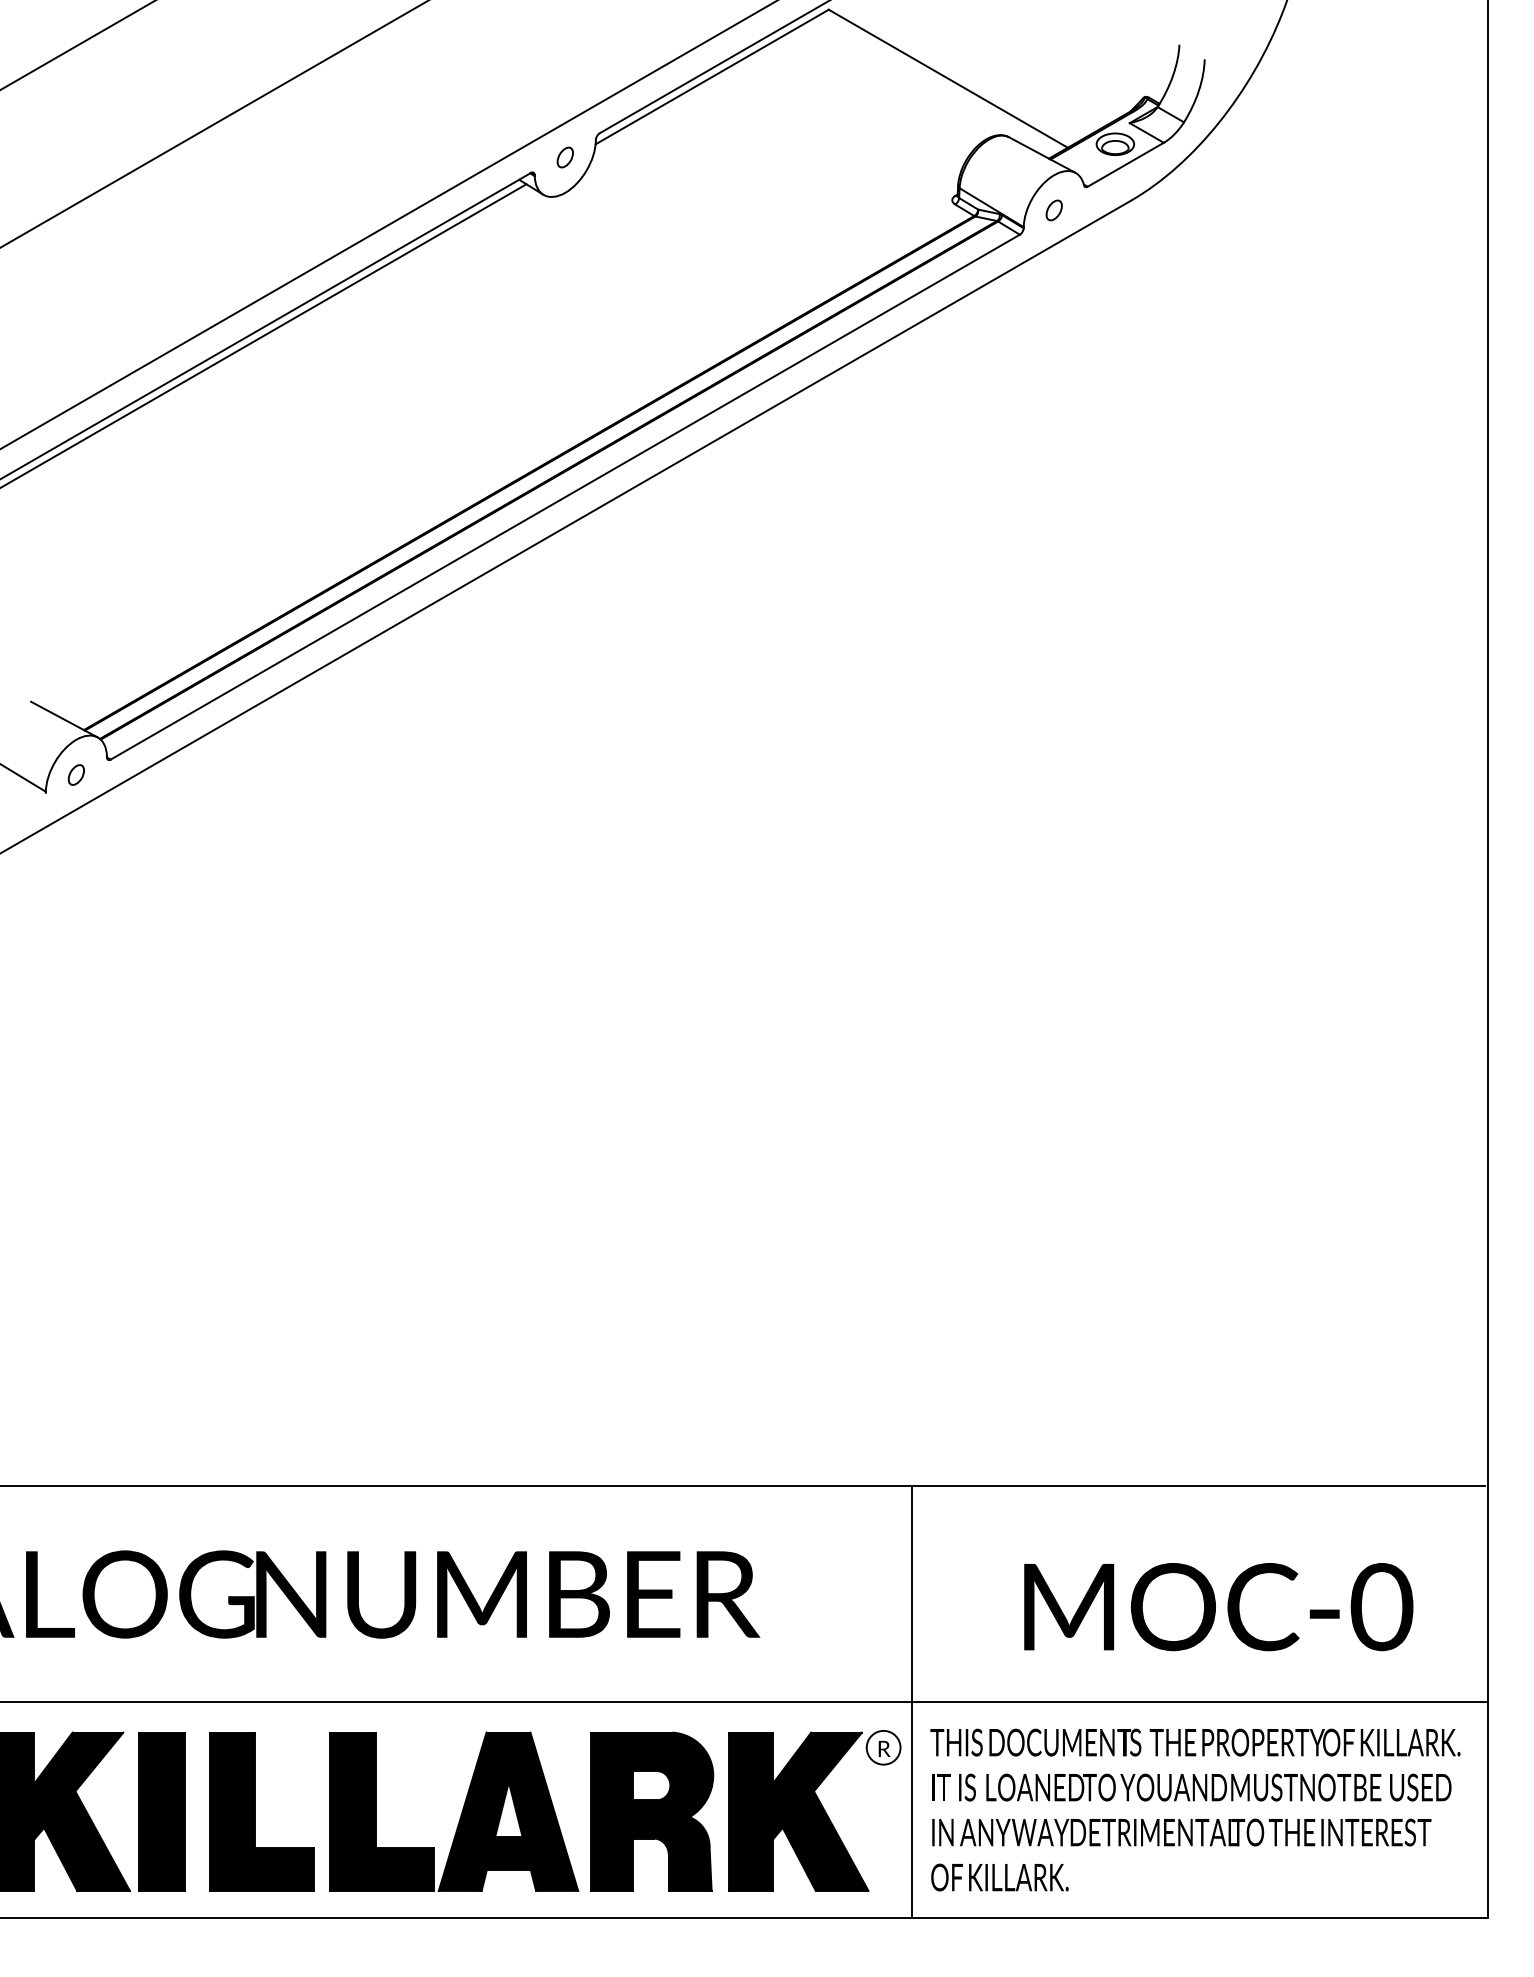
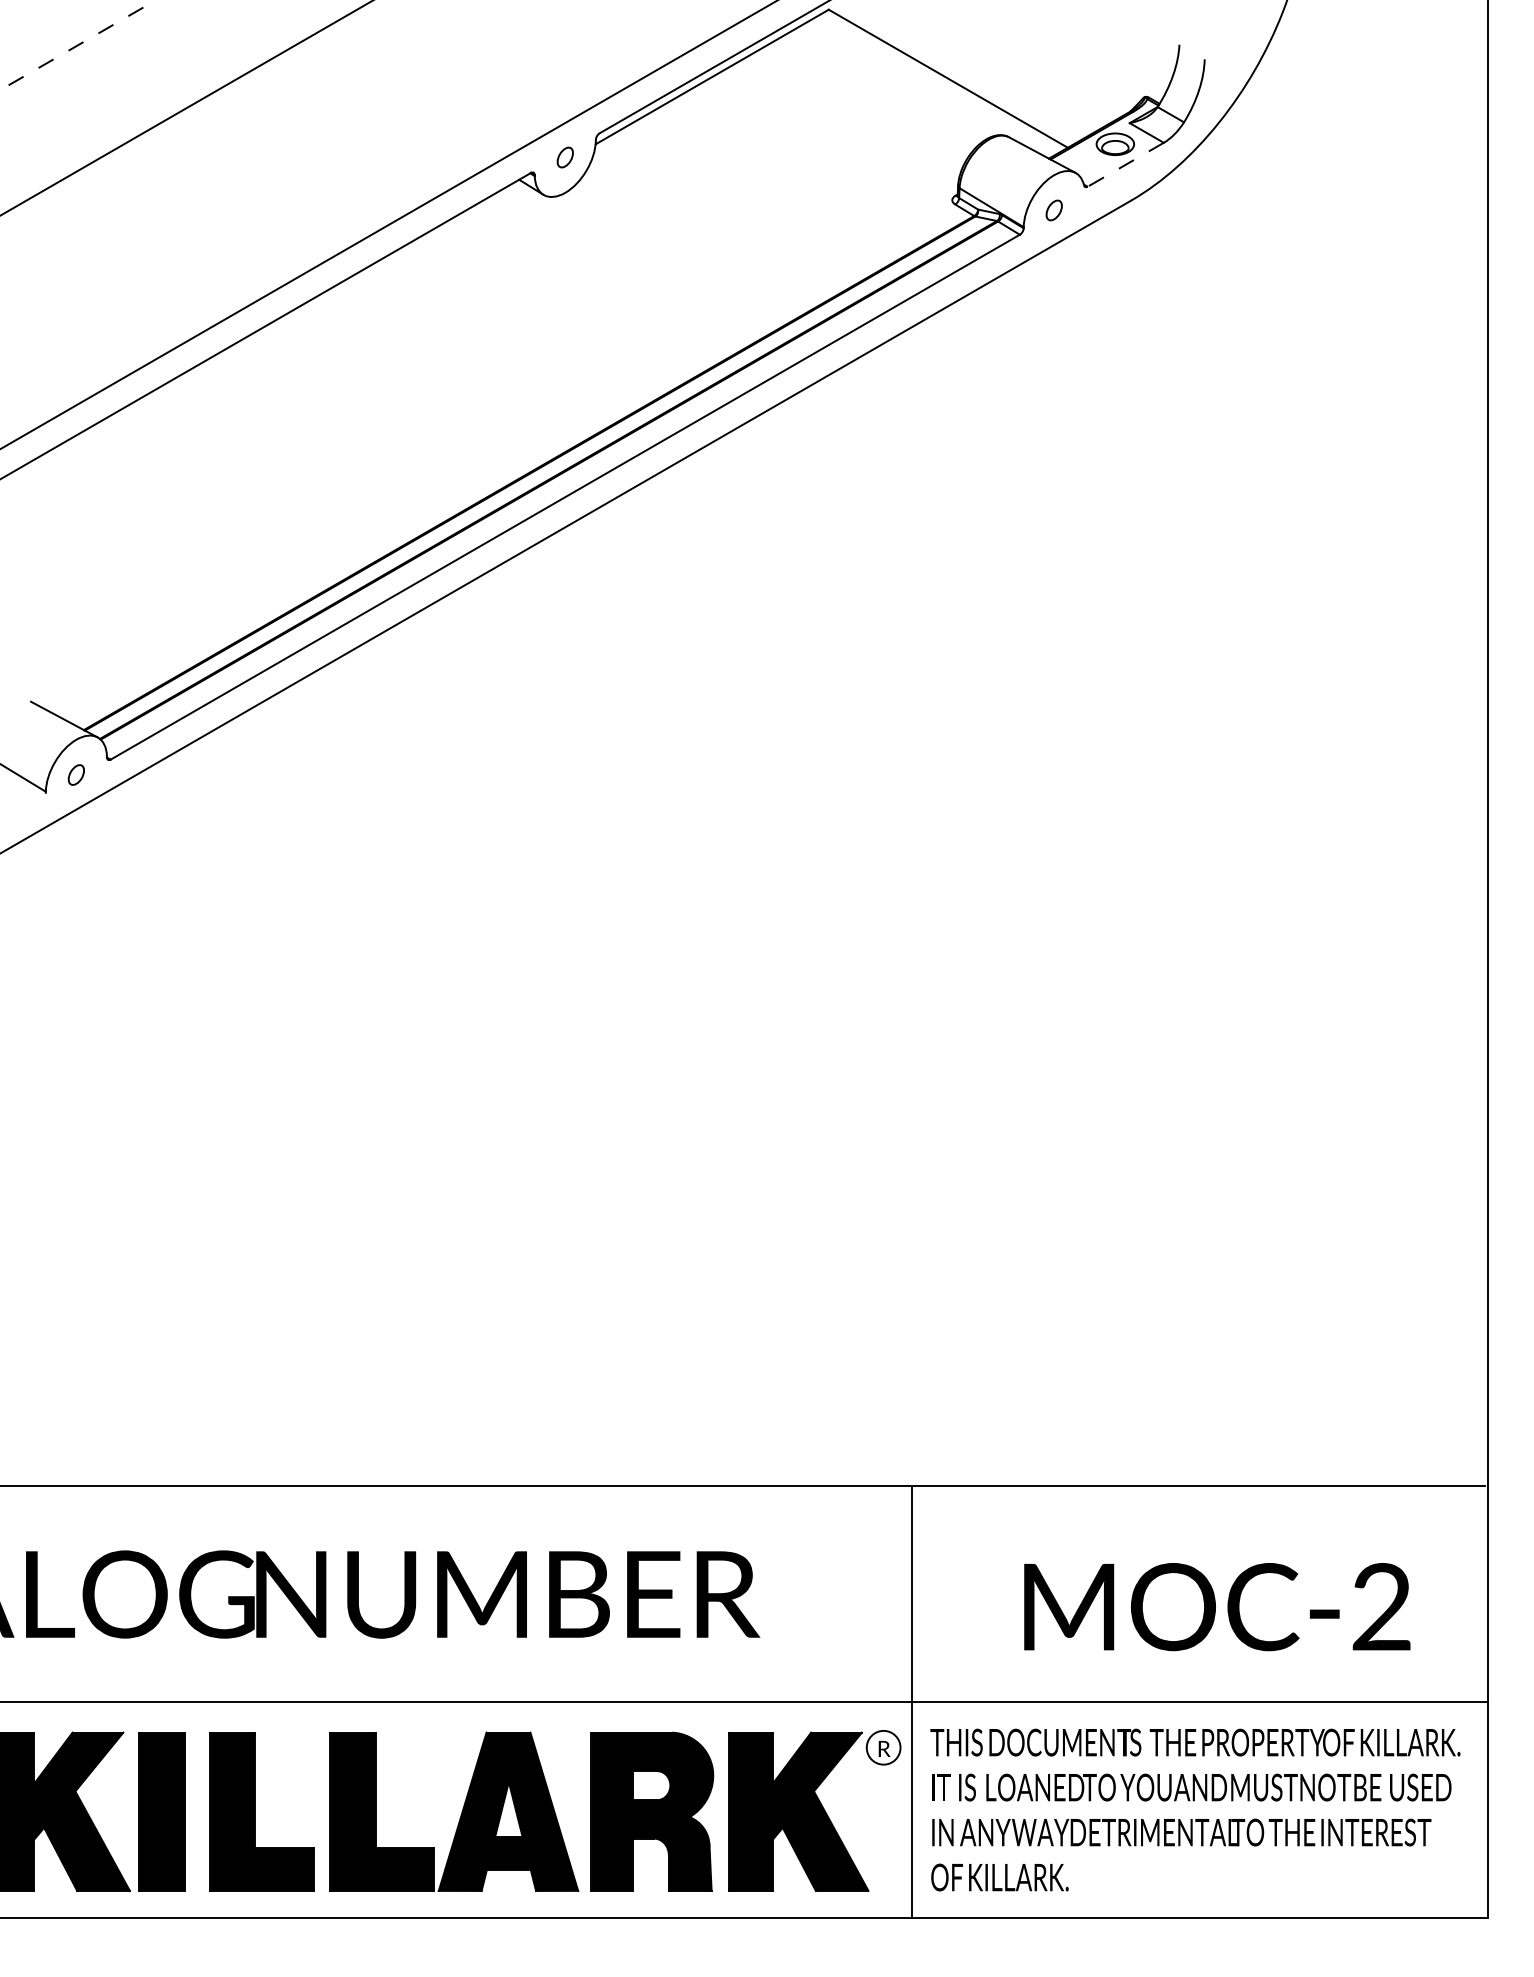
line at (78, 45): solid -> dashed
line at (213, 124) position: (213, 124) -> (186, 108)
line at (1125, 164): solid -> dashed
line at (264, 335): present -> none
text at (1381, 1607): MOC-0 -> MOC-2
